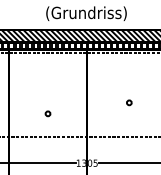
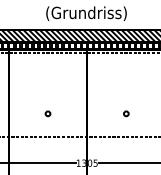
circle at (129, 102) position: (129, 102) -> (126, 113)
